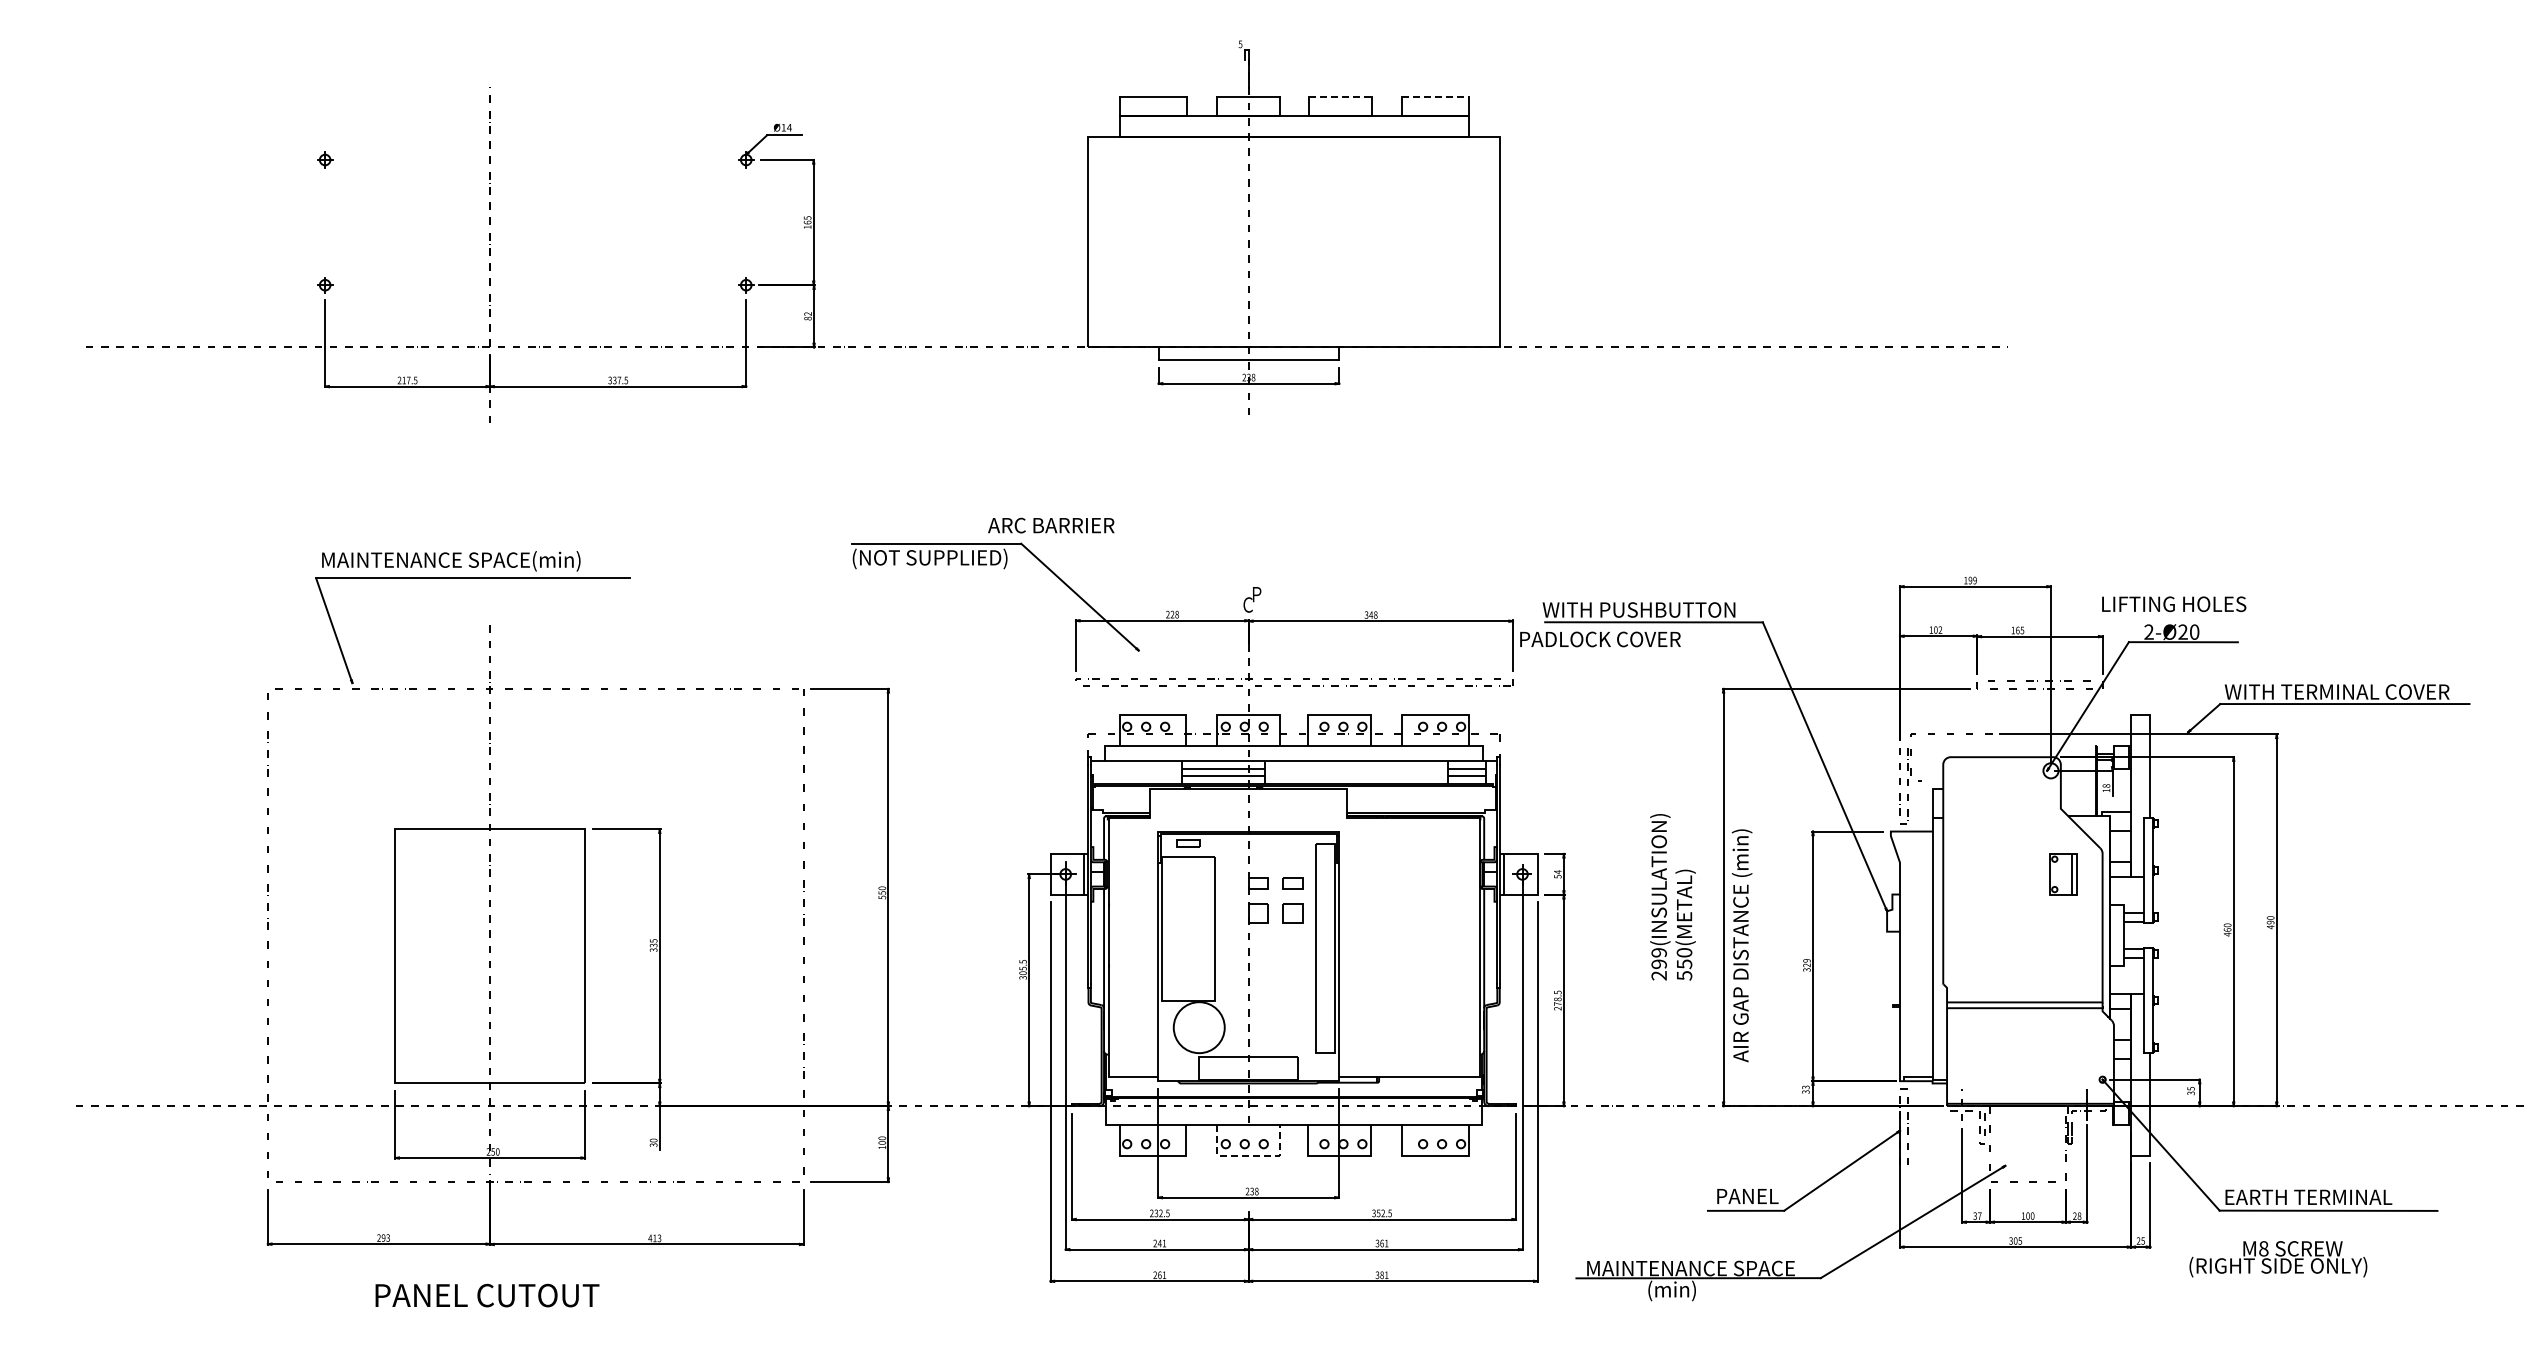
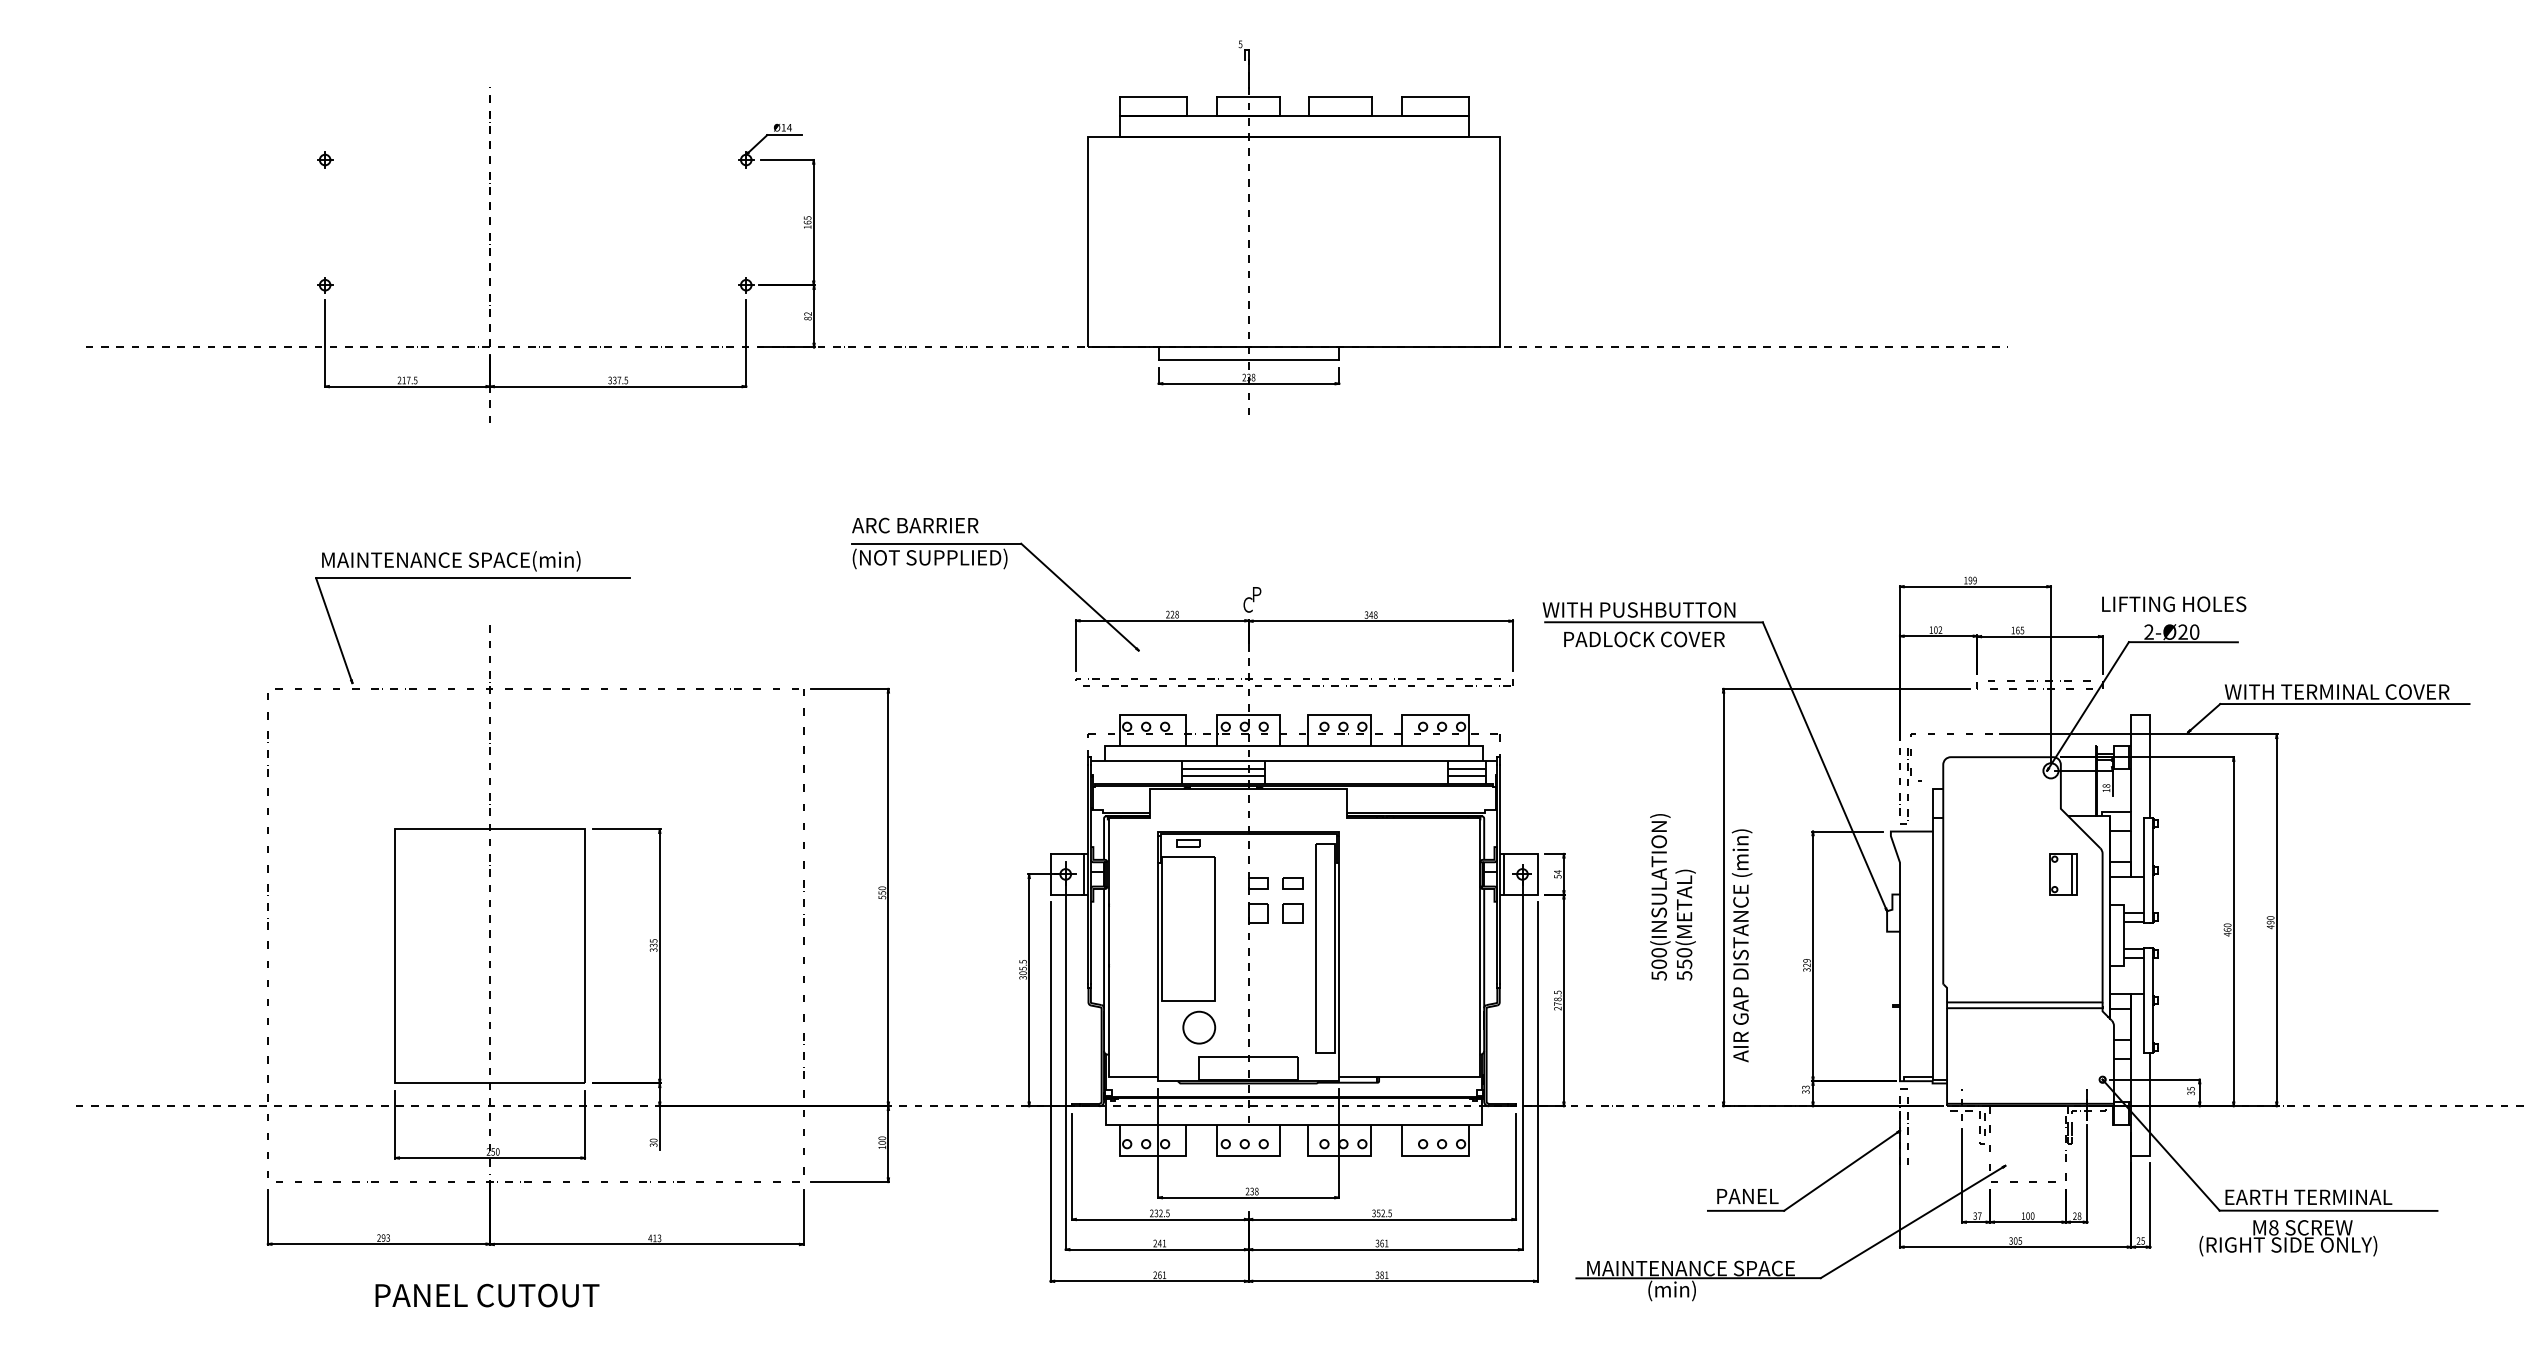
line at (1340, 97): dashed -> solid
line at (1436, 97): dashed -> solid
text at (1051, 525) position: (1051, 525) -> (915, 525)
text at (1600, 639) position: (1600, 639) -> (1644, 639)
text at (1658, 964): 299(INSULATION) -> 500(INSULATION)
circle at (1198, 1027) diameter: 51 px -> 32 px
line at (1249, 1155): dashed -> solid
text at (2278, 1259) position: (2278, 1259) -> (2288, 1238)
